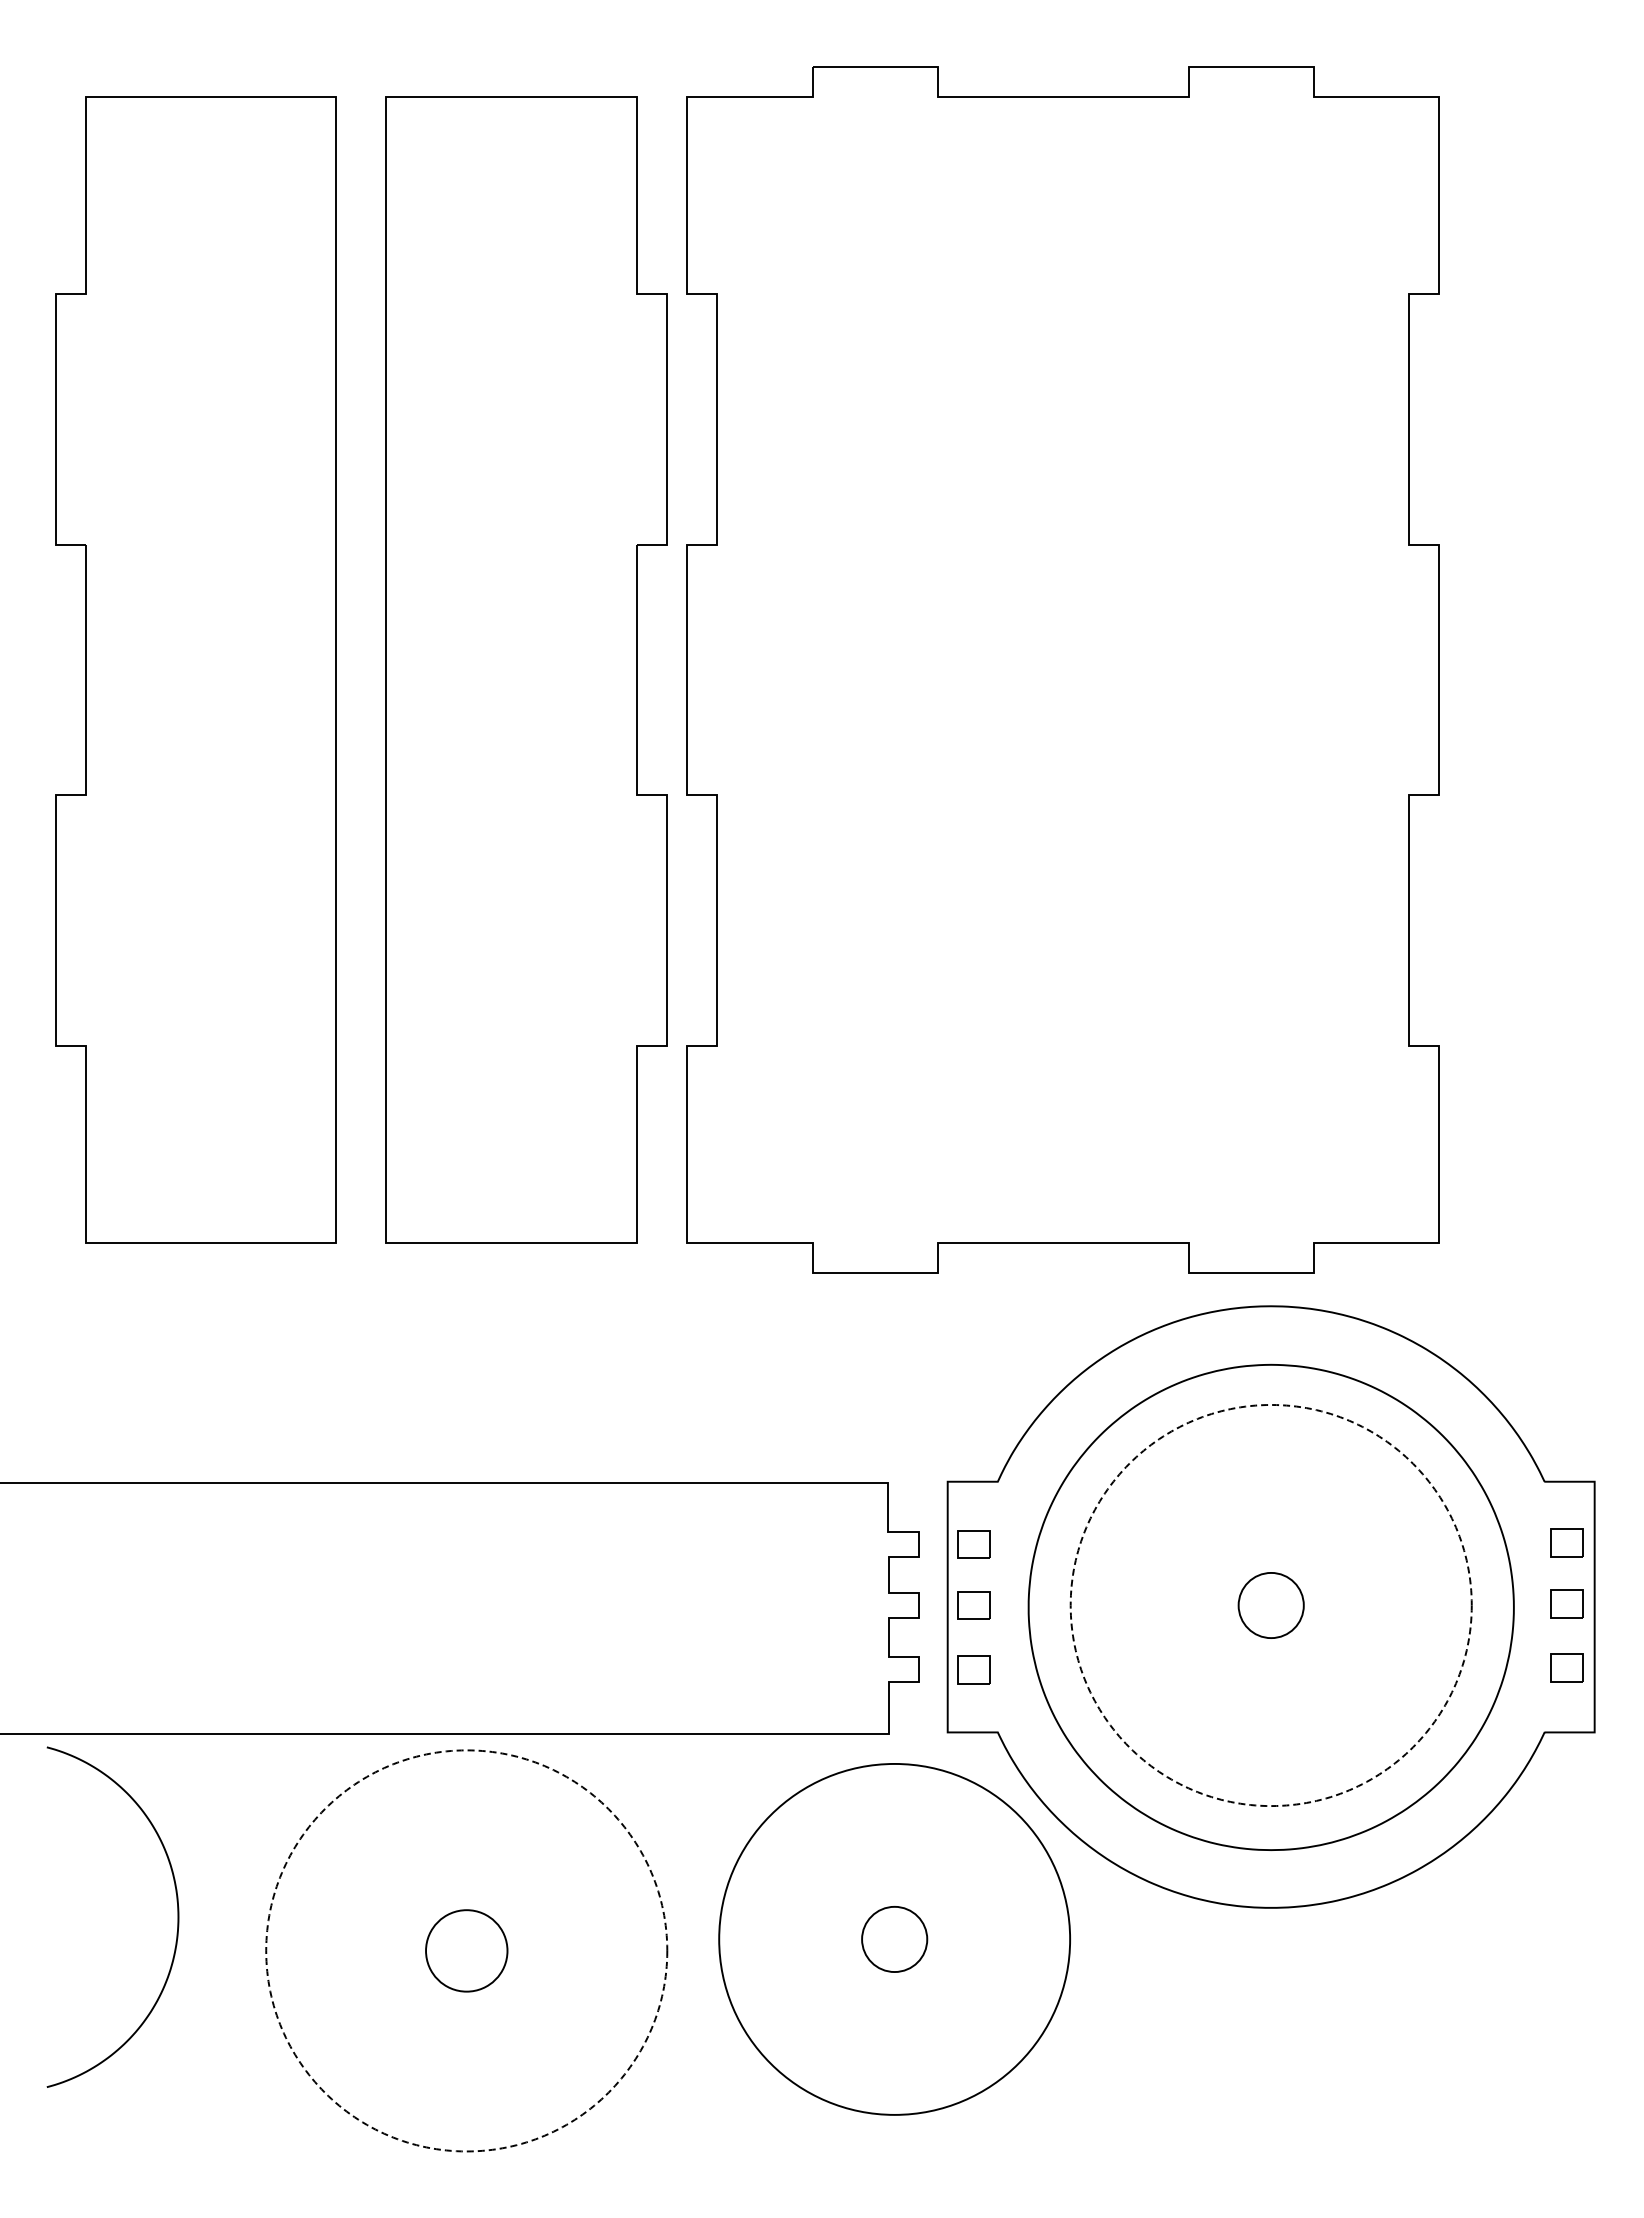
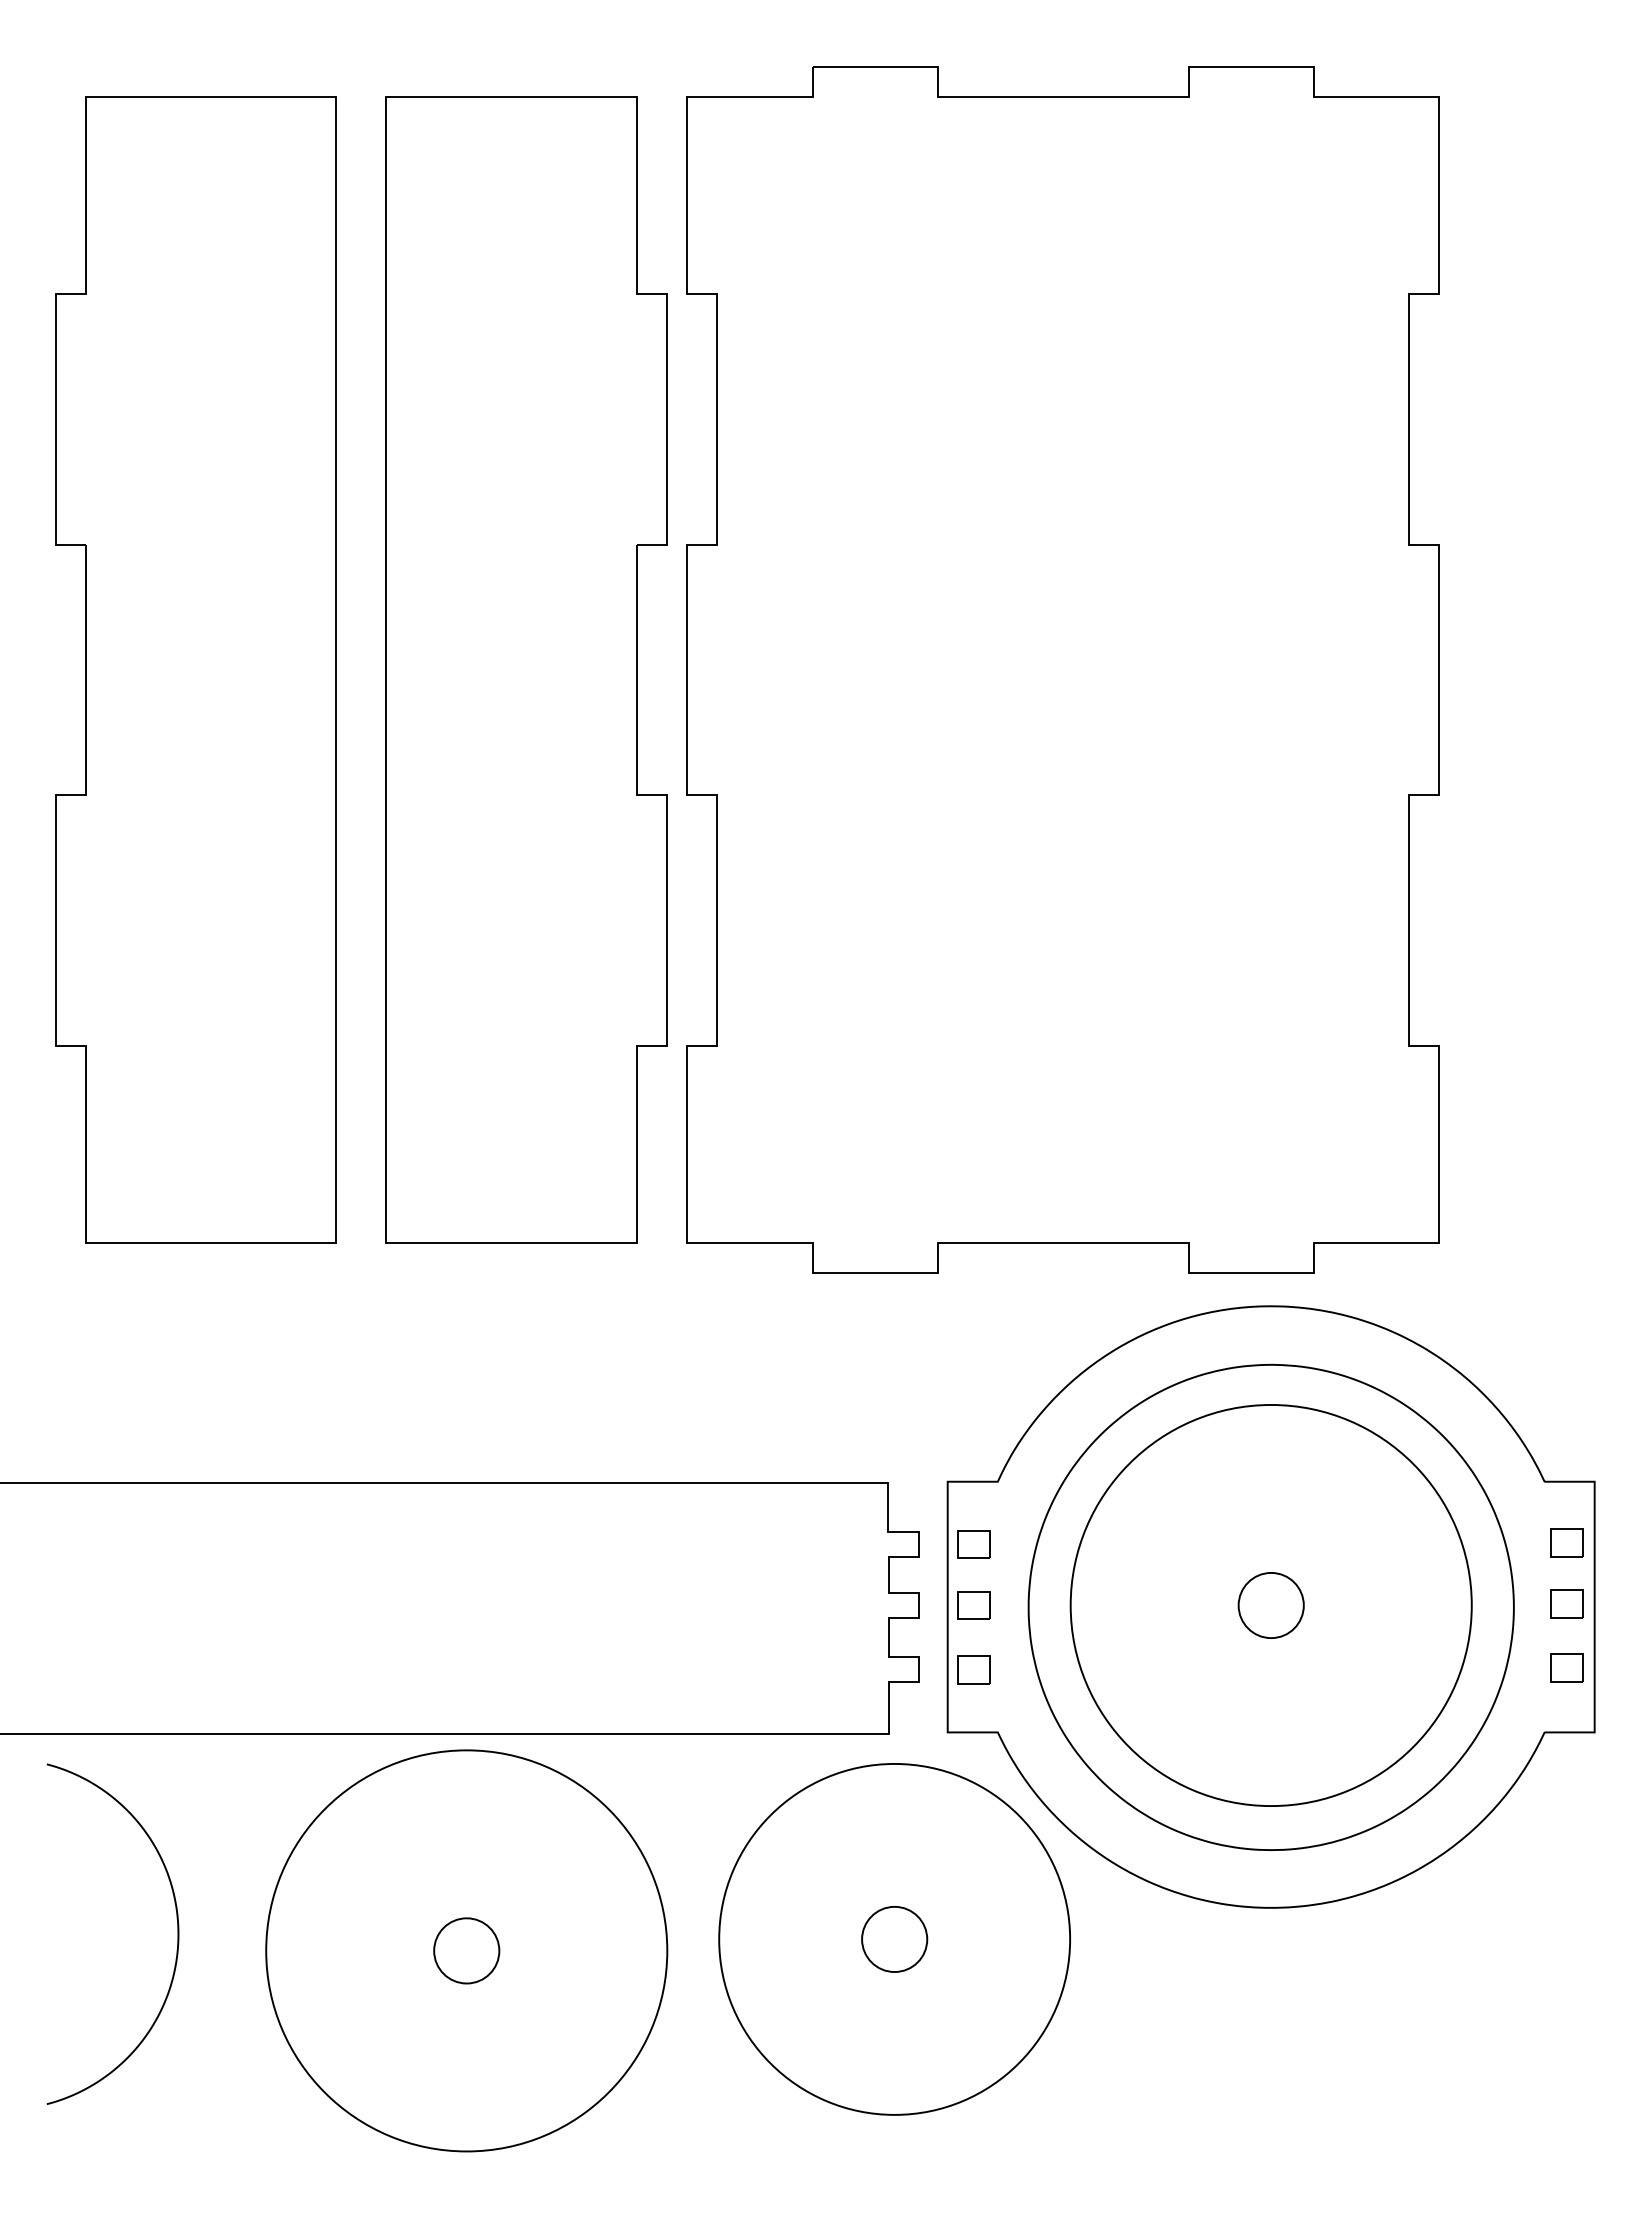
circle at (1270, 1605): dashed -> solid
curve at (177, 1916) position: (177, 1916) -> (177, 1933)
circle at (466, 1950) diameter: 81 px -> 65 px
circle at (466, 1950): dashed -> solid
